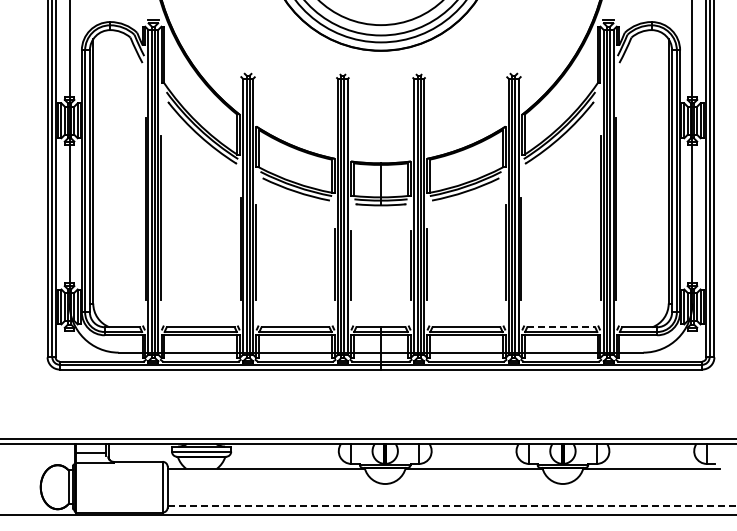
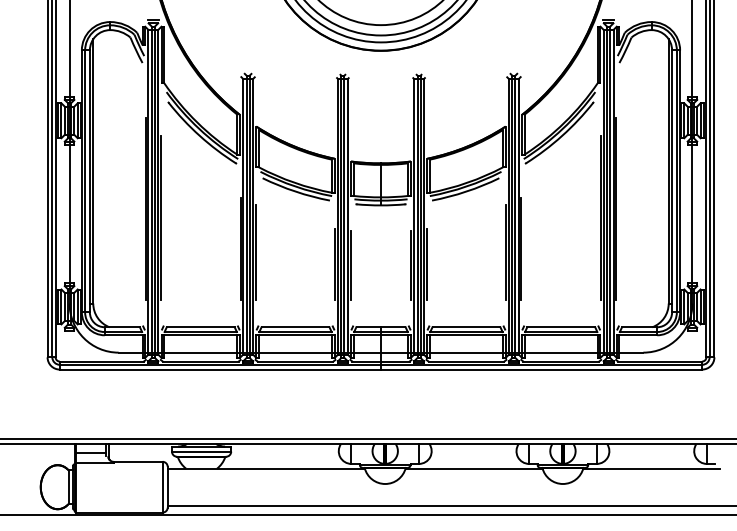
line at (561, 327): dashed -> solid
line at (451, 505): dashed -> solid
